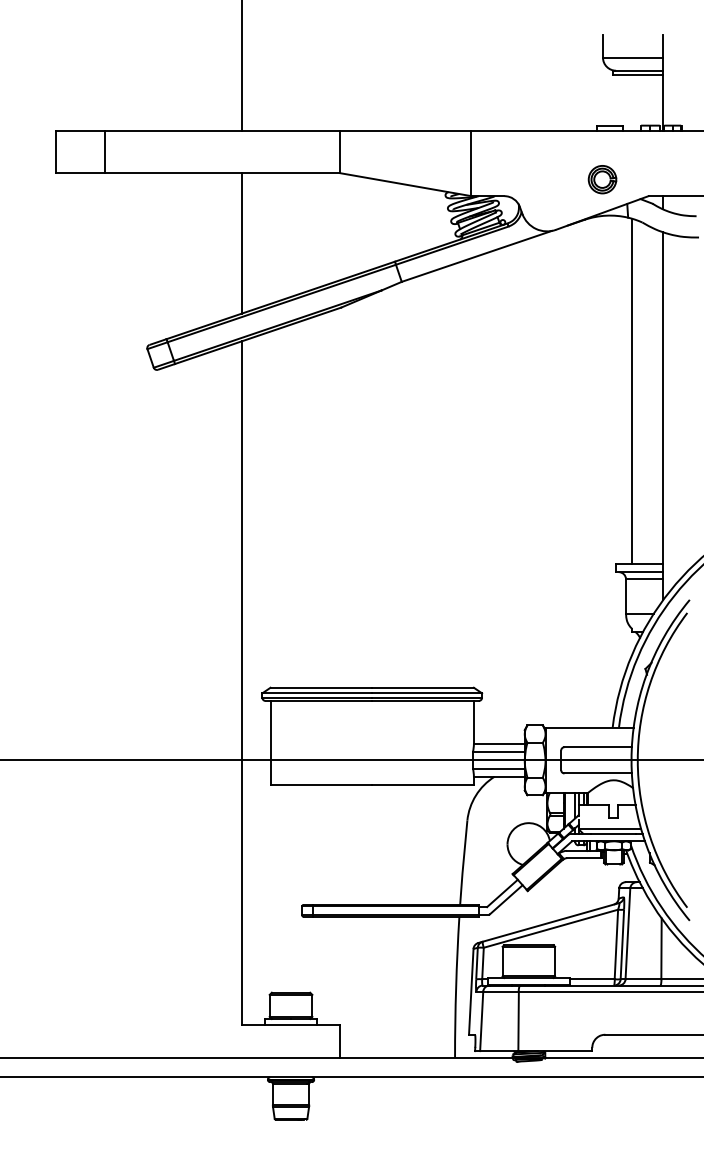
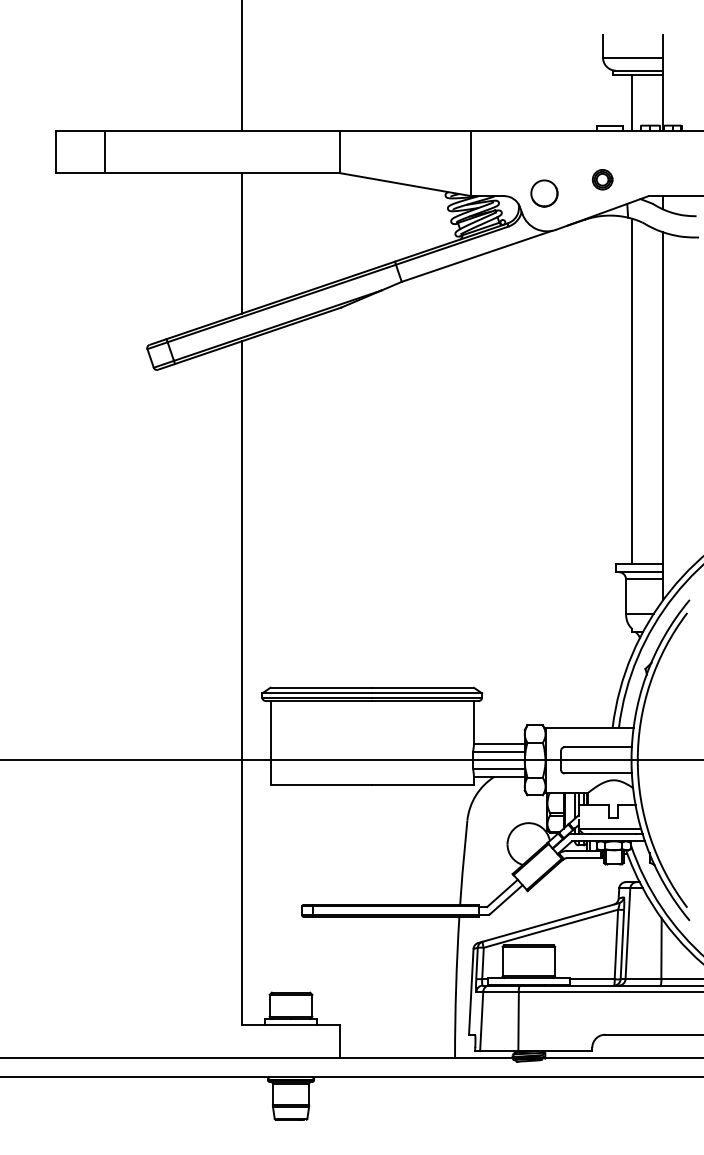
line at (632, 102): none -> present
part at (602, 179) size: 31x30 px -> 22x22 px
circle at (544, 193): none -> present
